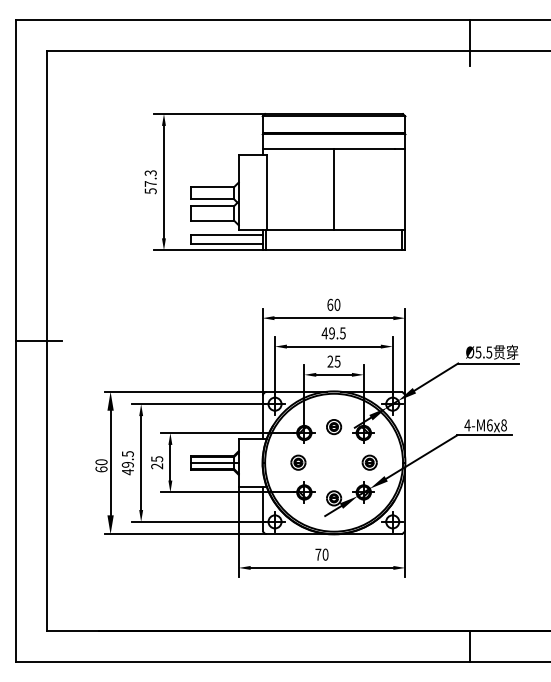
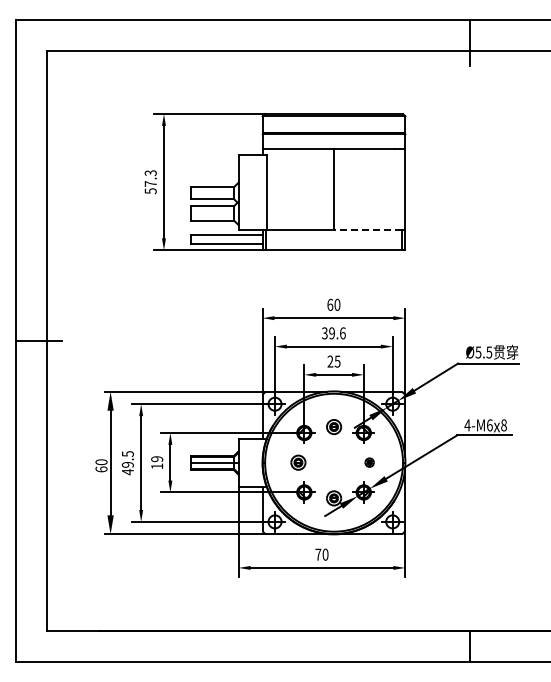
line at (367, 230): solid -> dashed
text at (333, 333): 49.5 -> 39.6
text at (157, 462): 25 -> 19
part at (369, 462) size: 17x17 px -> 11x11 px
